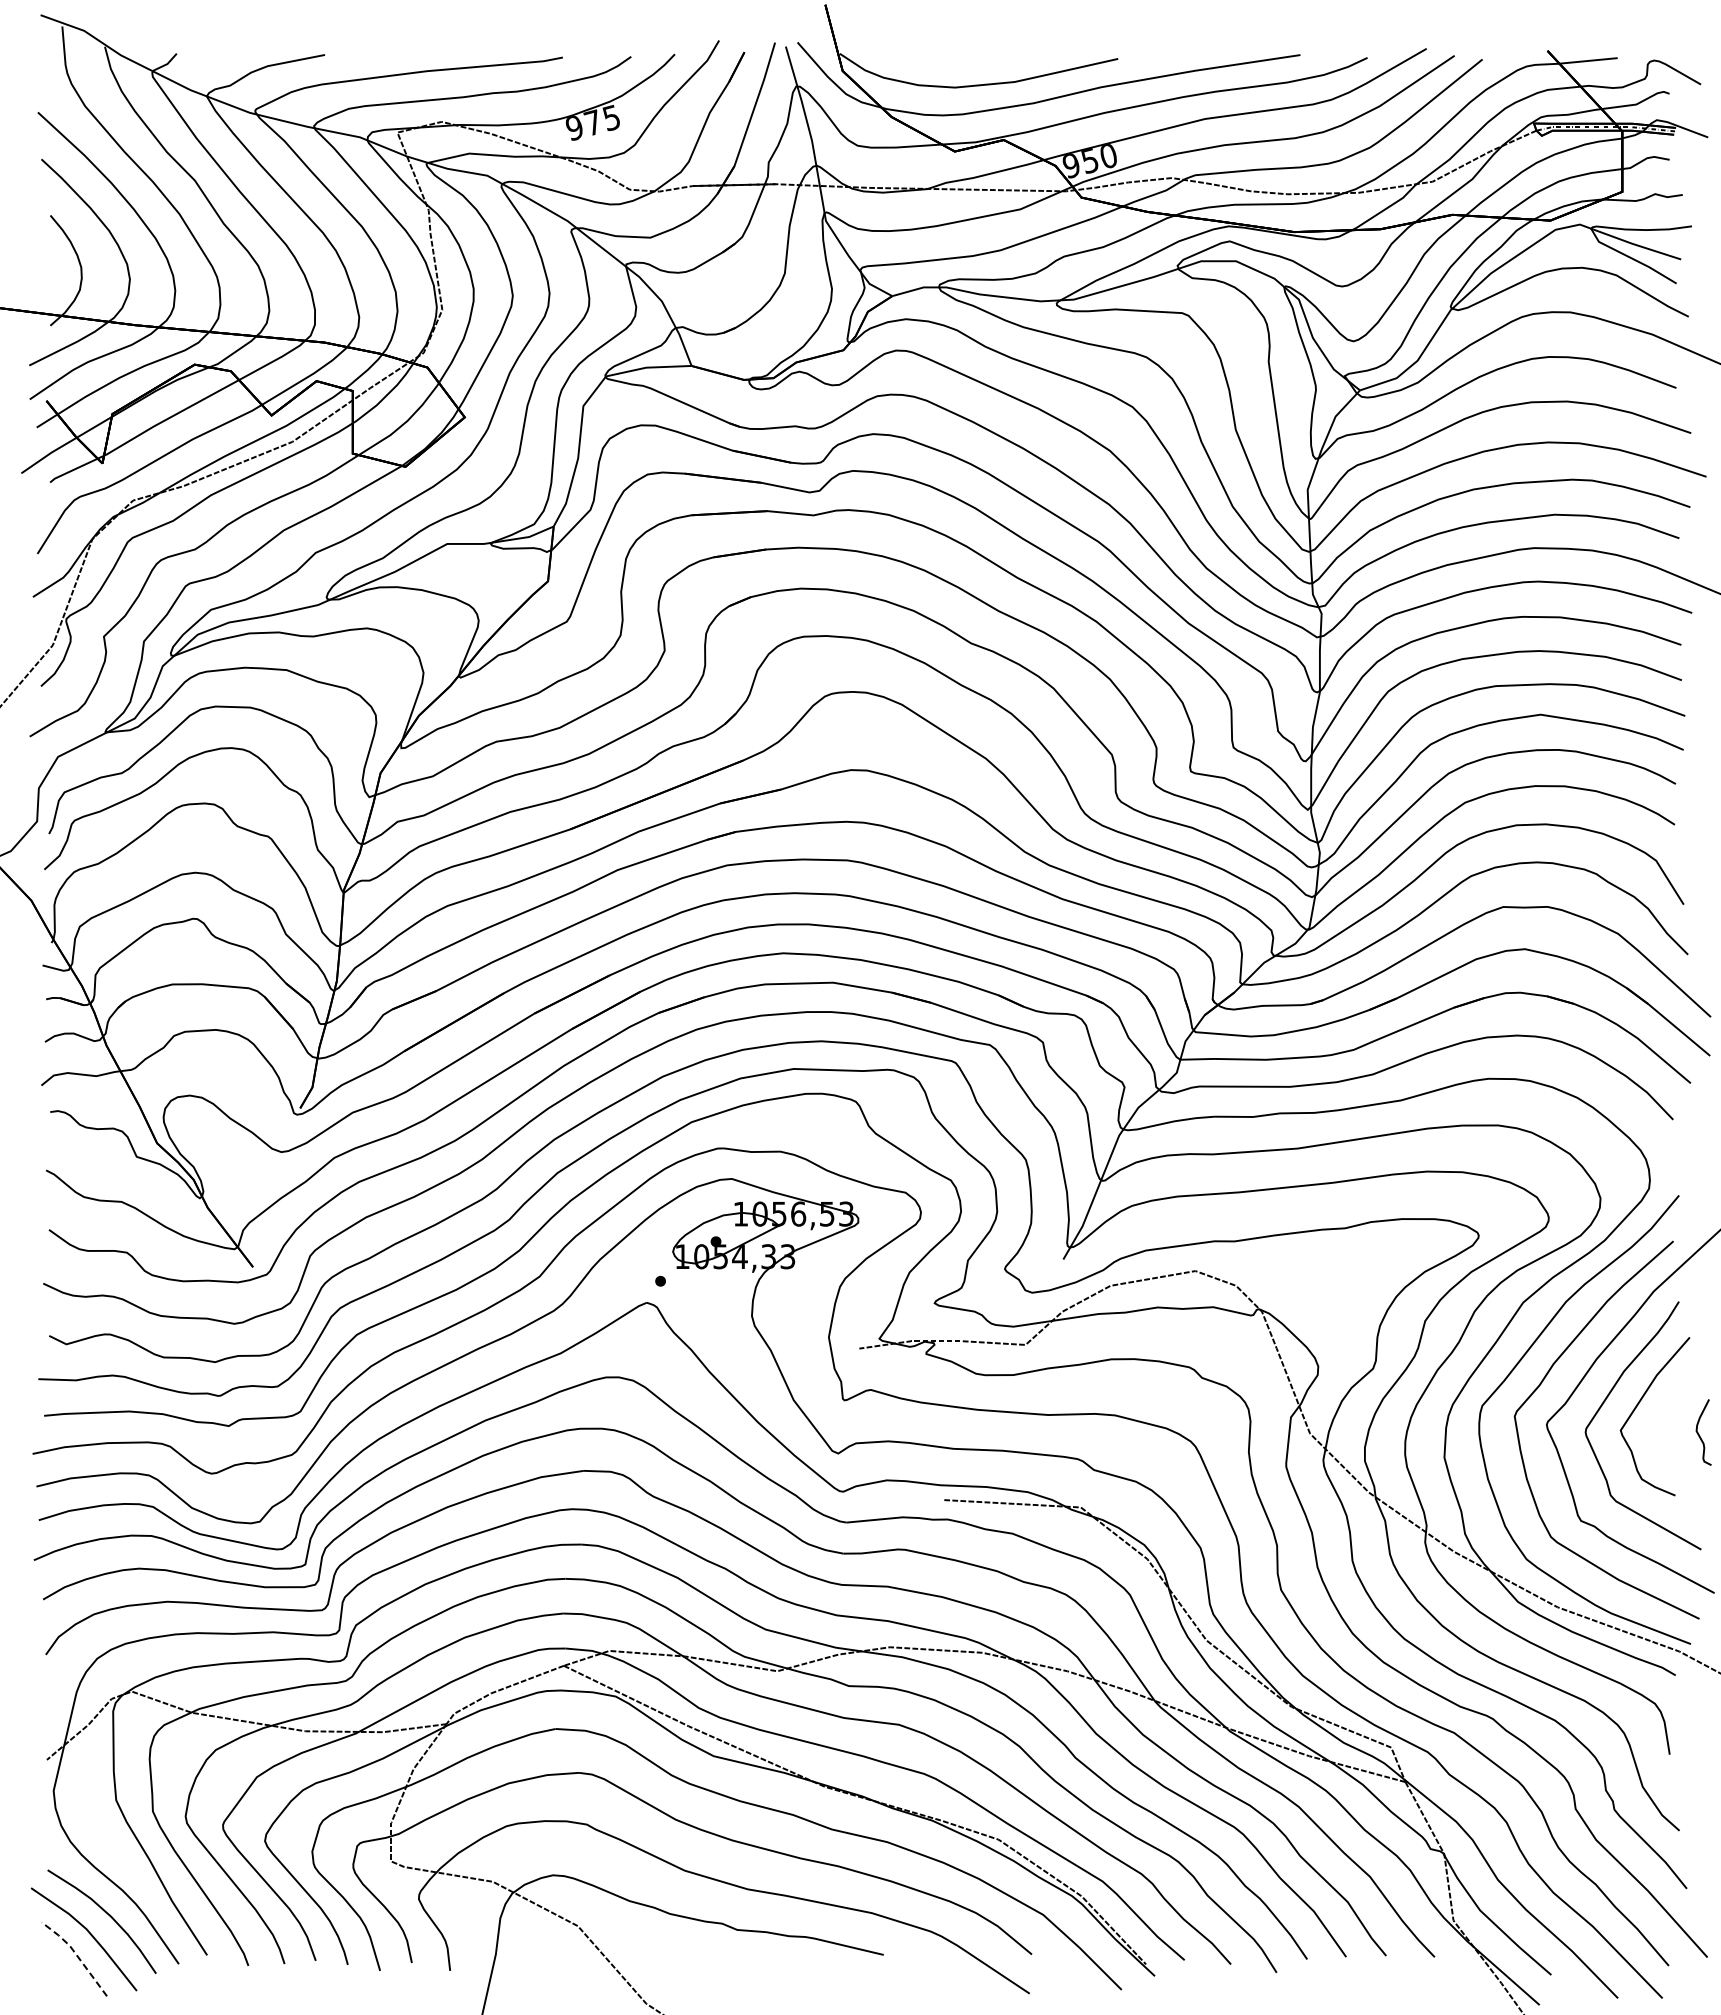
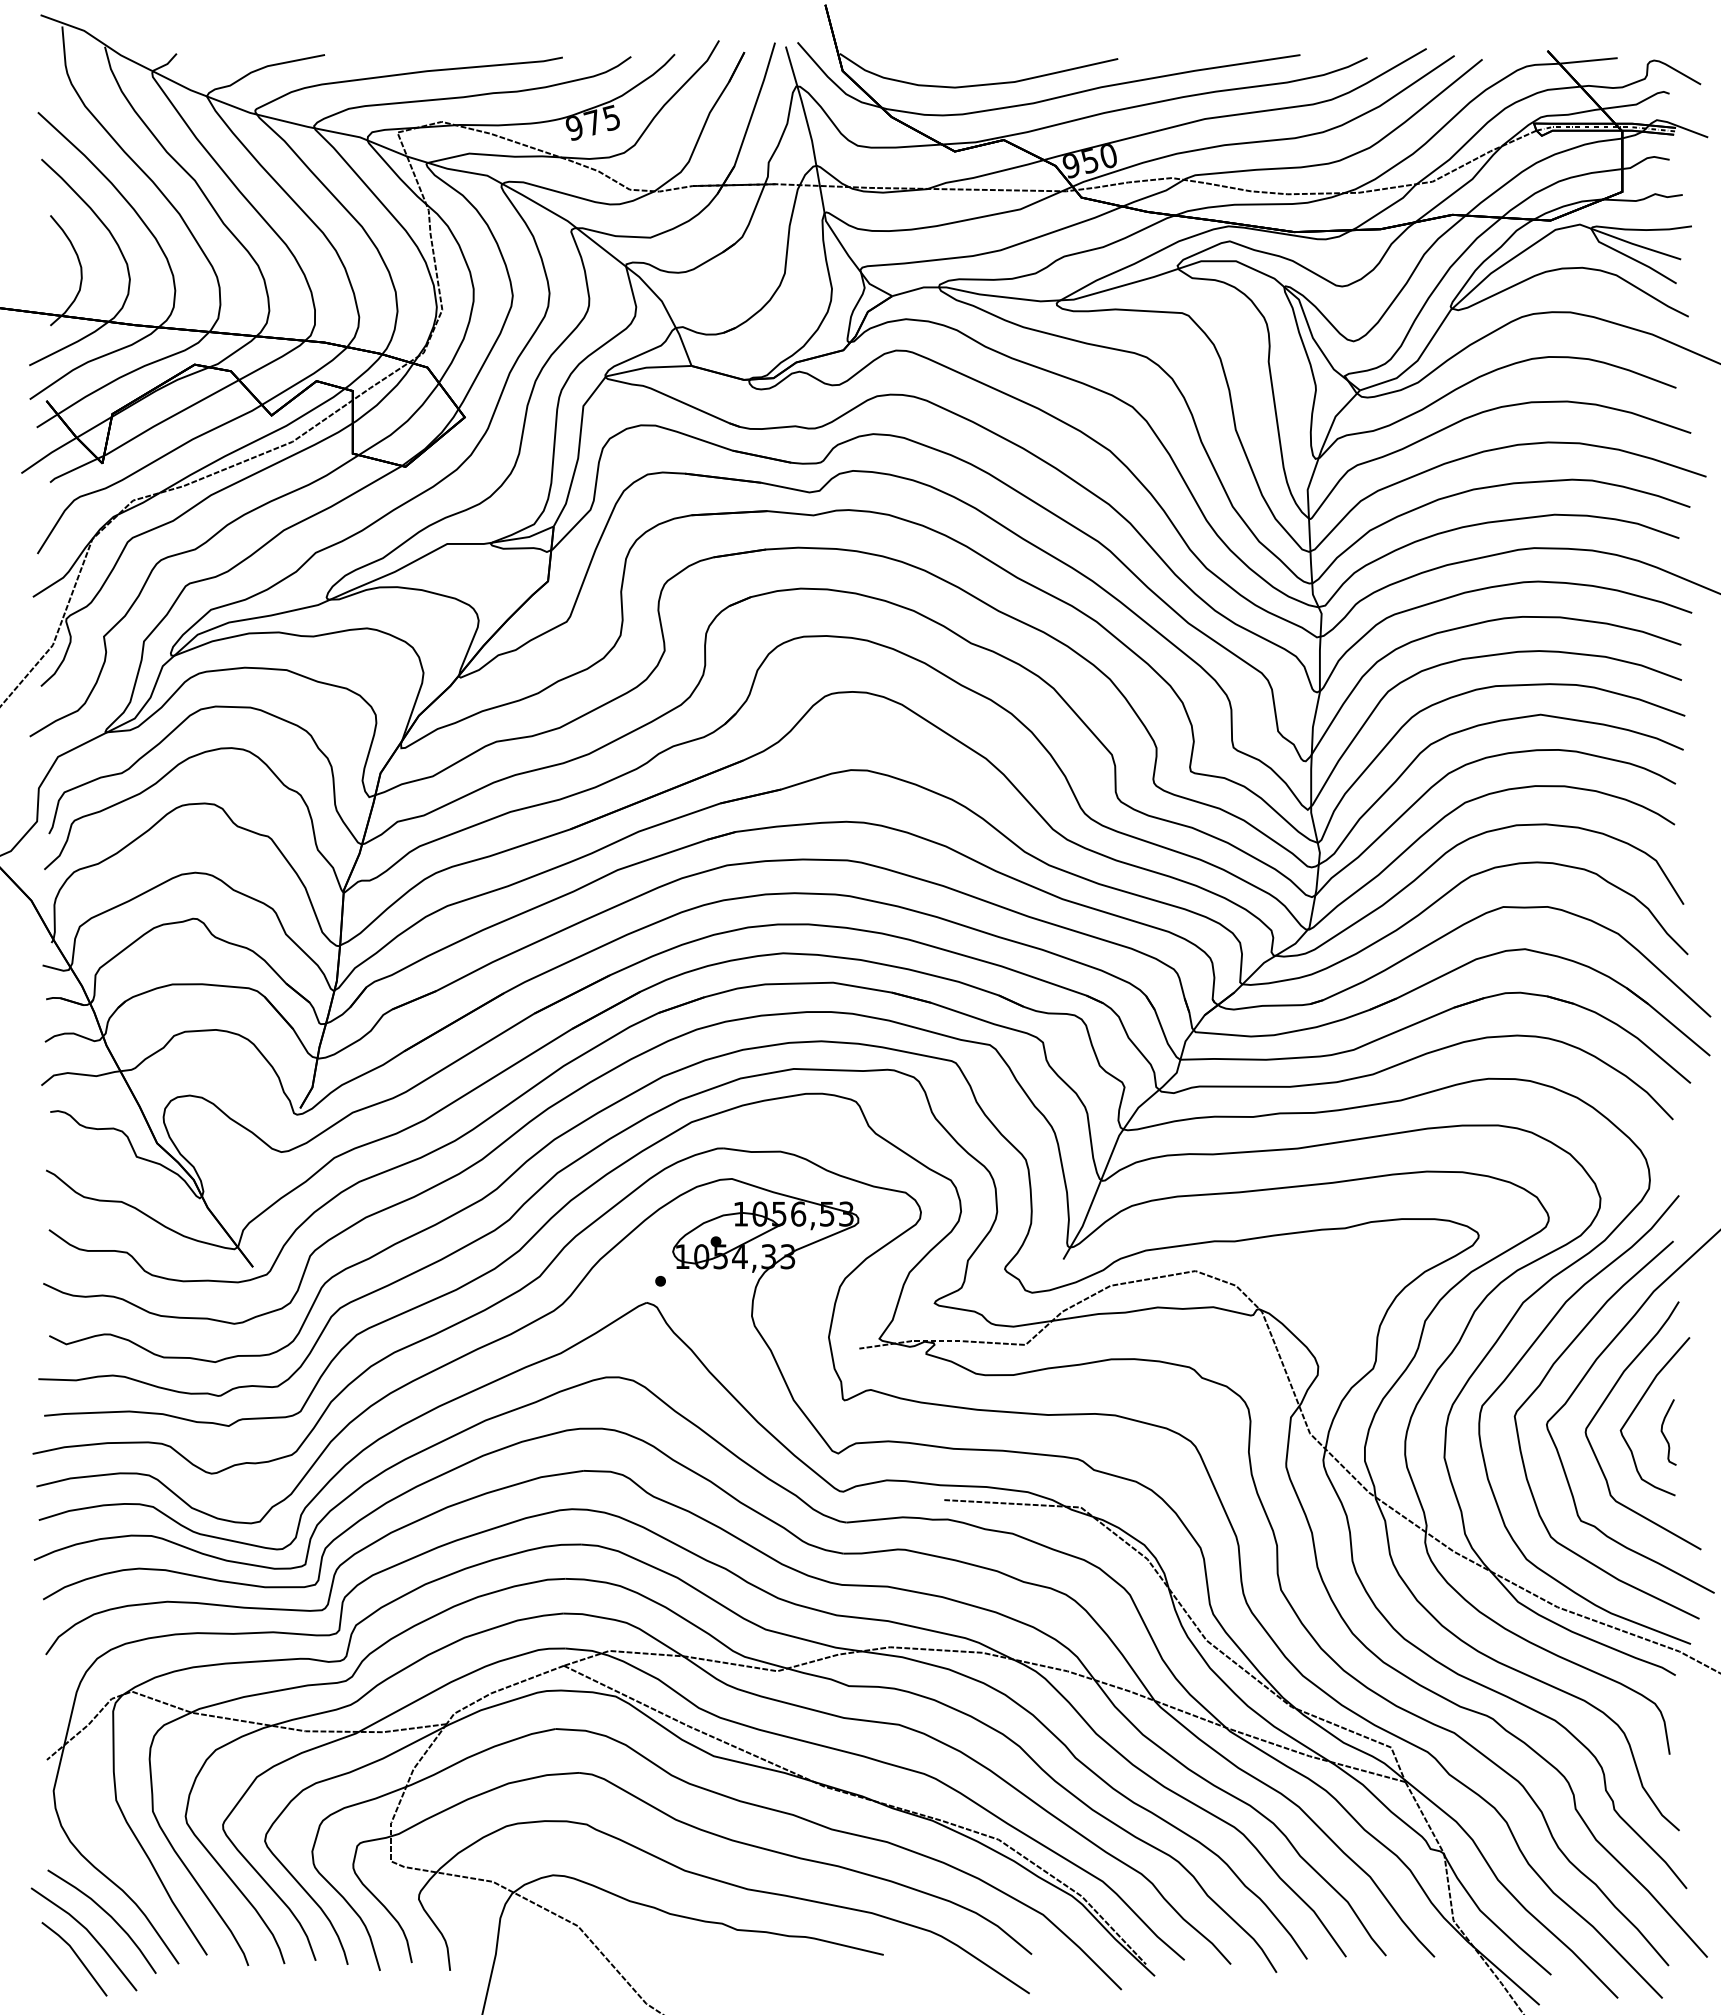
curve at (1700, 1435) position: (1700, 1435) -> (1665, 1435)
line at (76, 1955): dashed -> solid
